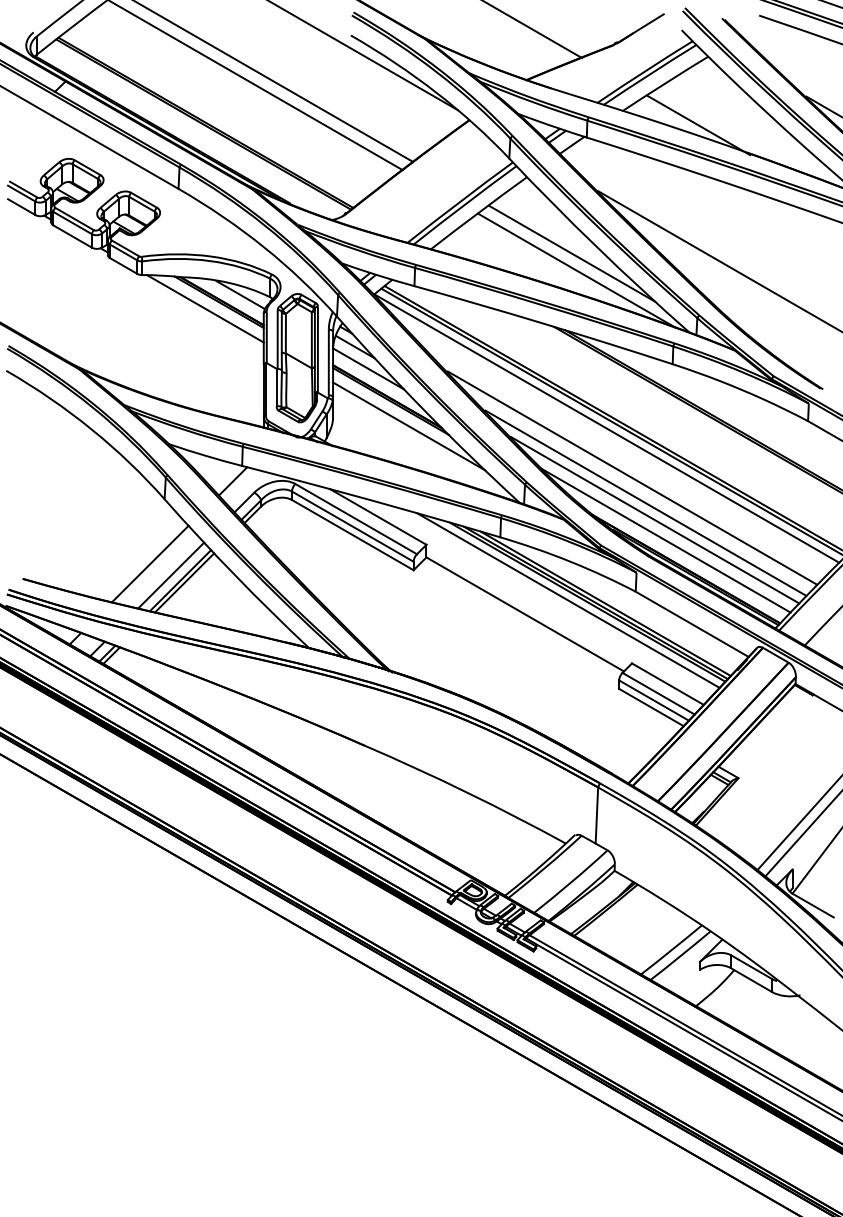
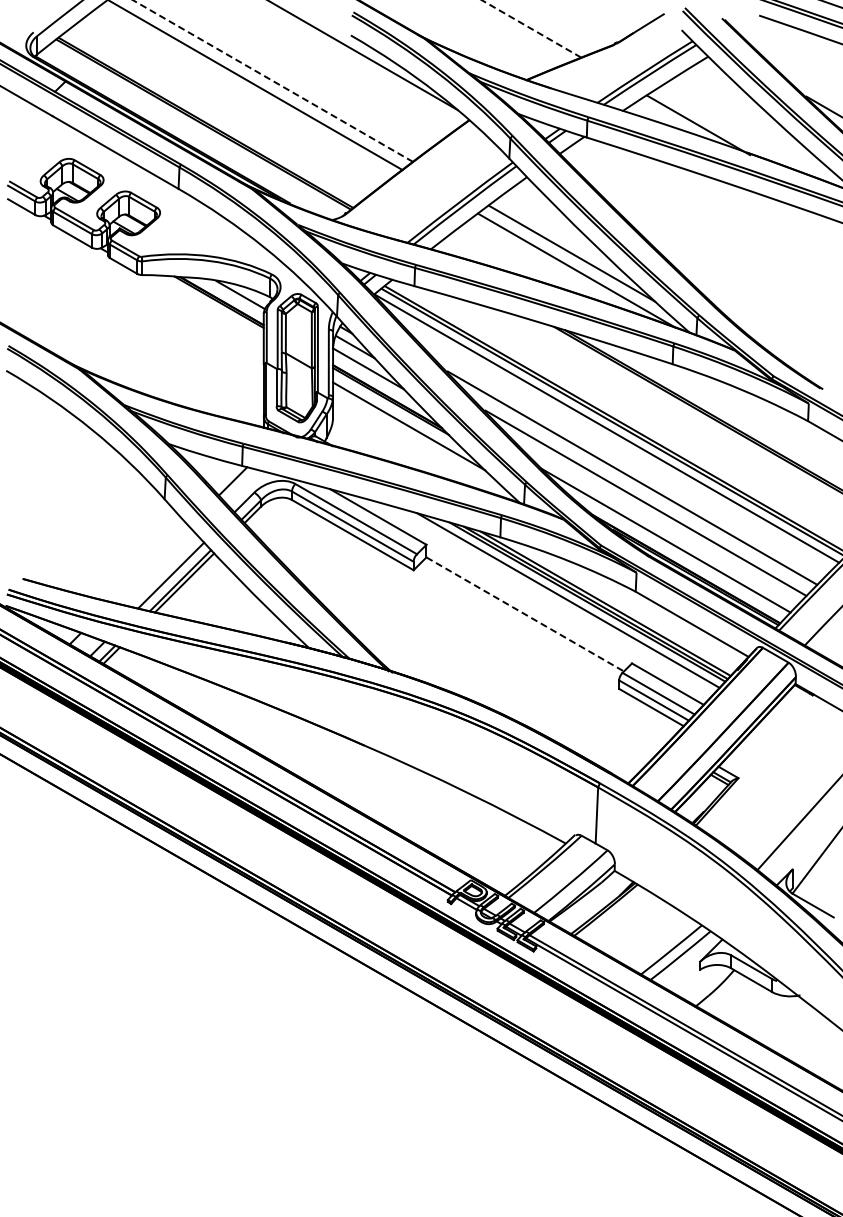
line at (531, 29): solid -> dashed
line at (273, 81): solid -> dashed
line at (718, 260): present -> none
line at (205, 308): present -> none
line at (654, 519): present -> none
line at (149, 563): present -> none
line at (525, 614): solid -> dashed
line at (802, 834): present -> none
